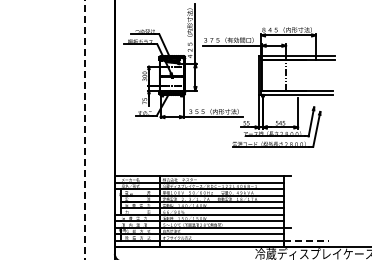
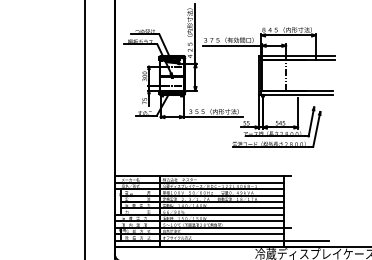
line at (85, 129): dashed -> solid
line at (306, 240): dashed -> solid
